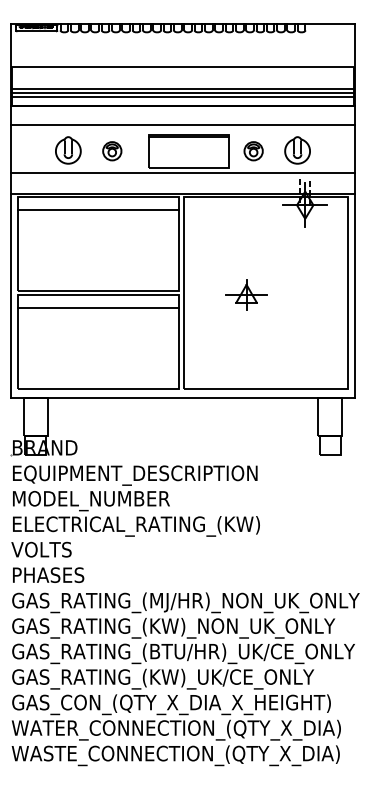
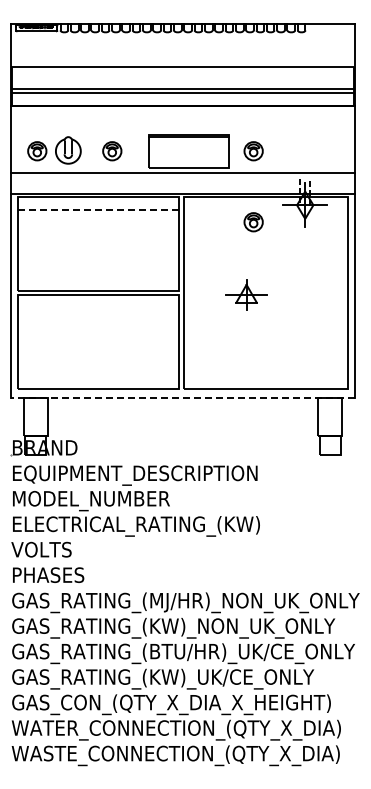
line at (182, 96): present -> none
line at (182, 124): present -> none
part at (297, 150): present -> none
part at (37, 151): none -> present
line at (99, 210): solid -> dashed
part at (253, 222): none -> present
line at (98, 308): present -> none
line at (182, 398): solid -> dashed
